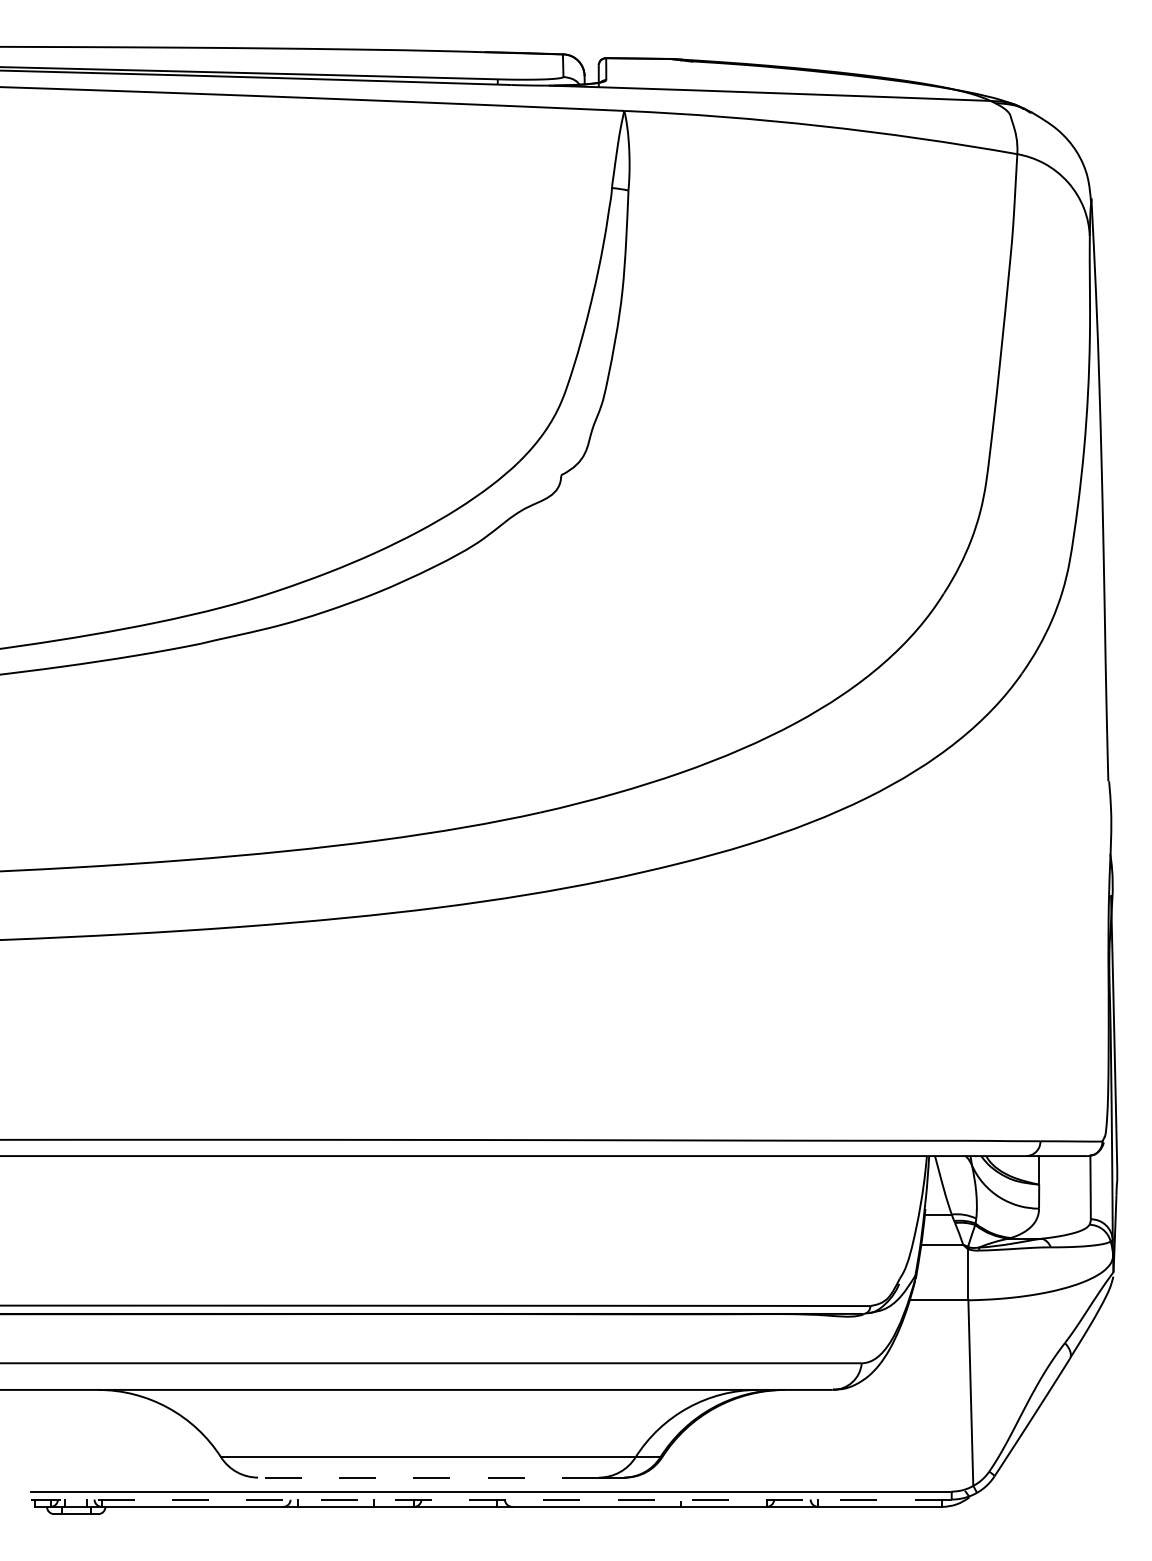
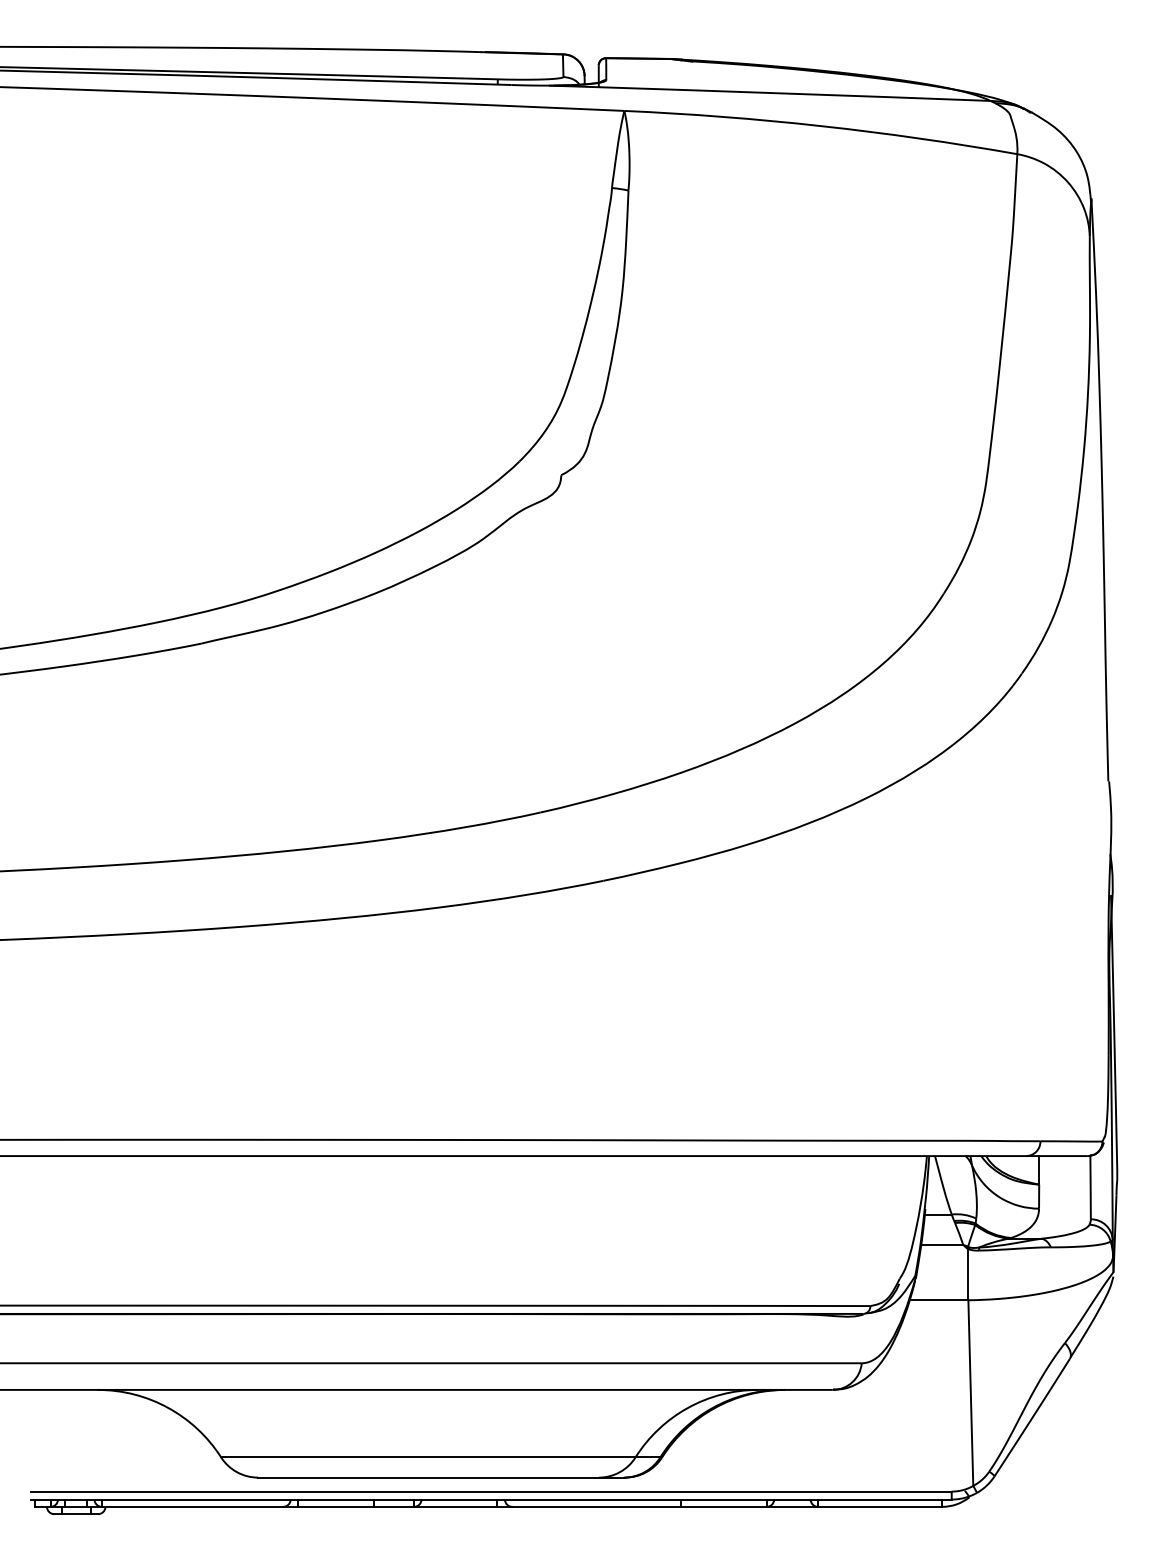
line at (428, 1477): dashed -> solid
line at (490, 1499): dashed -> solid
